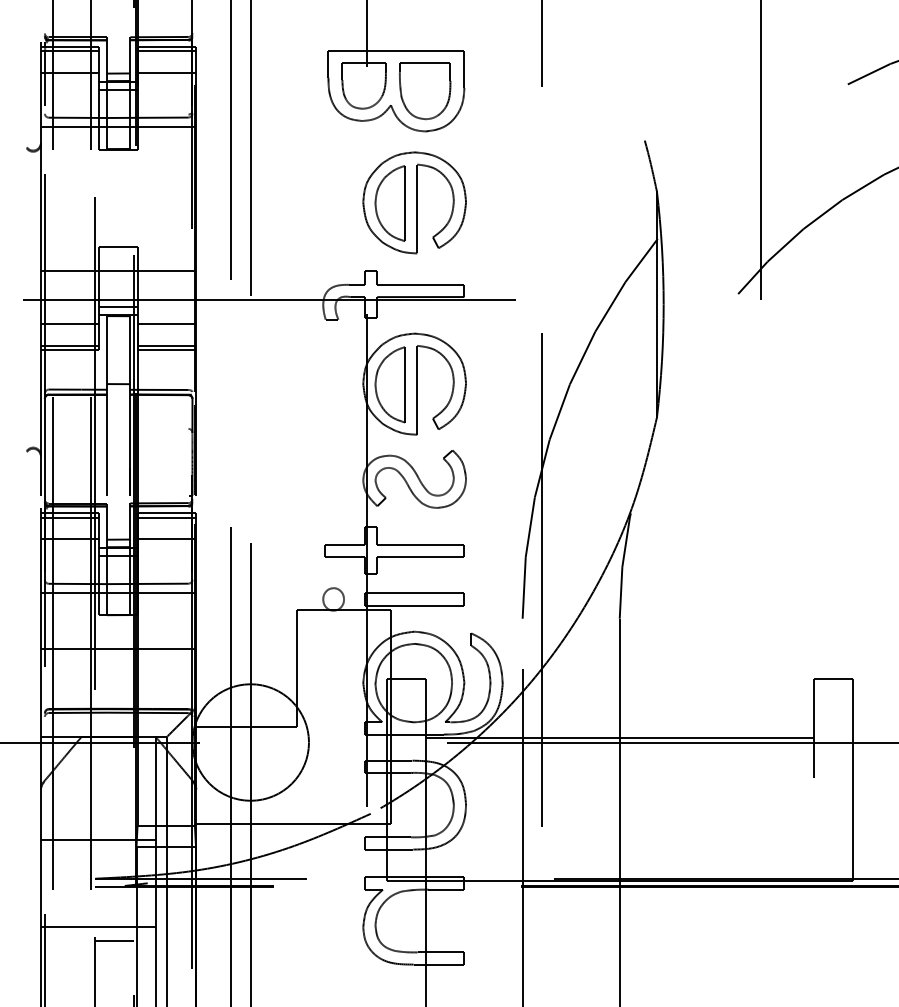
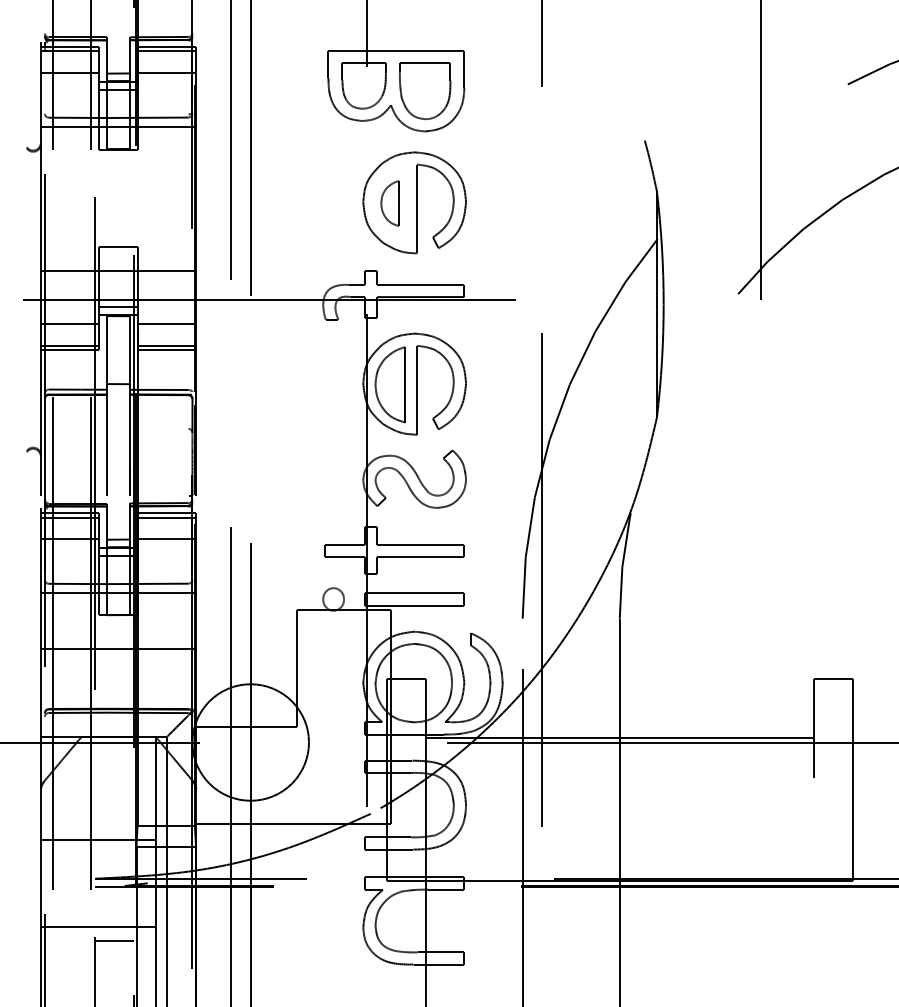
line at (44, 78): present -> none
part at (389, 203) size: 32x77 px -> 20x47 px
